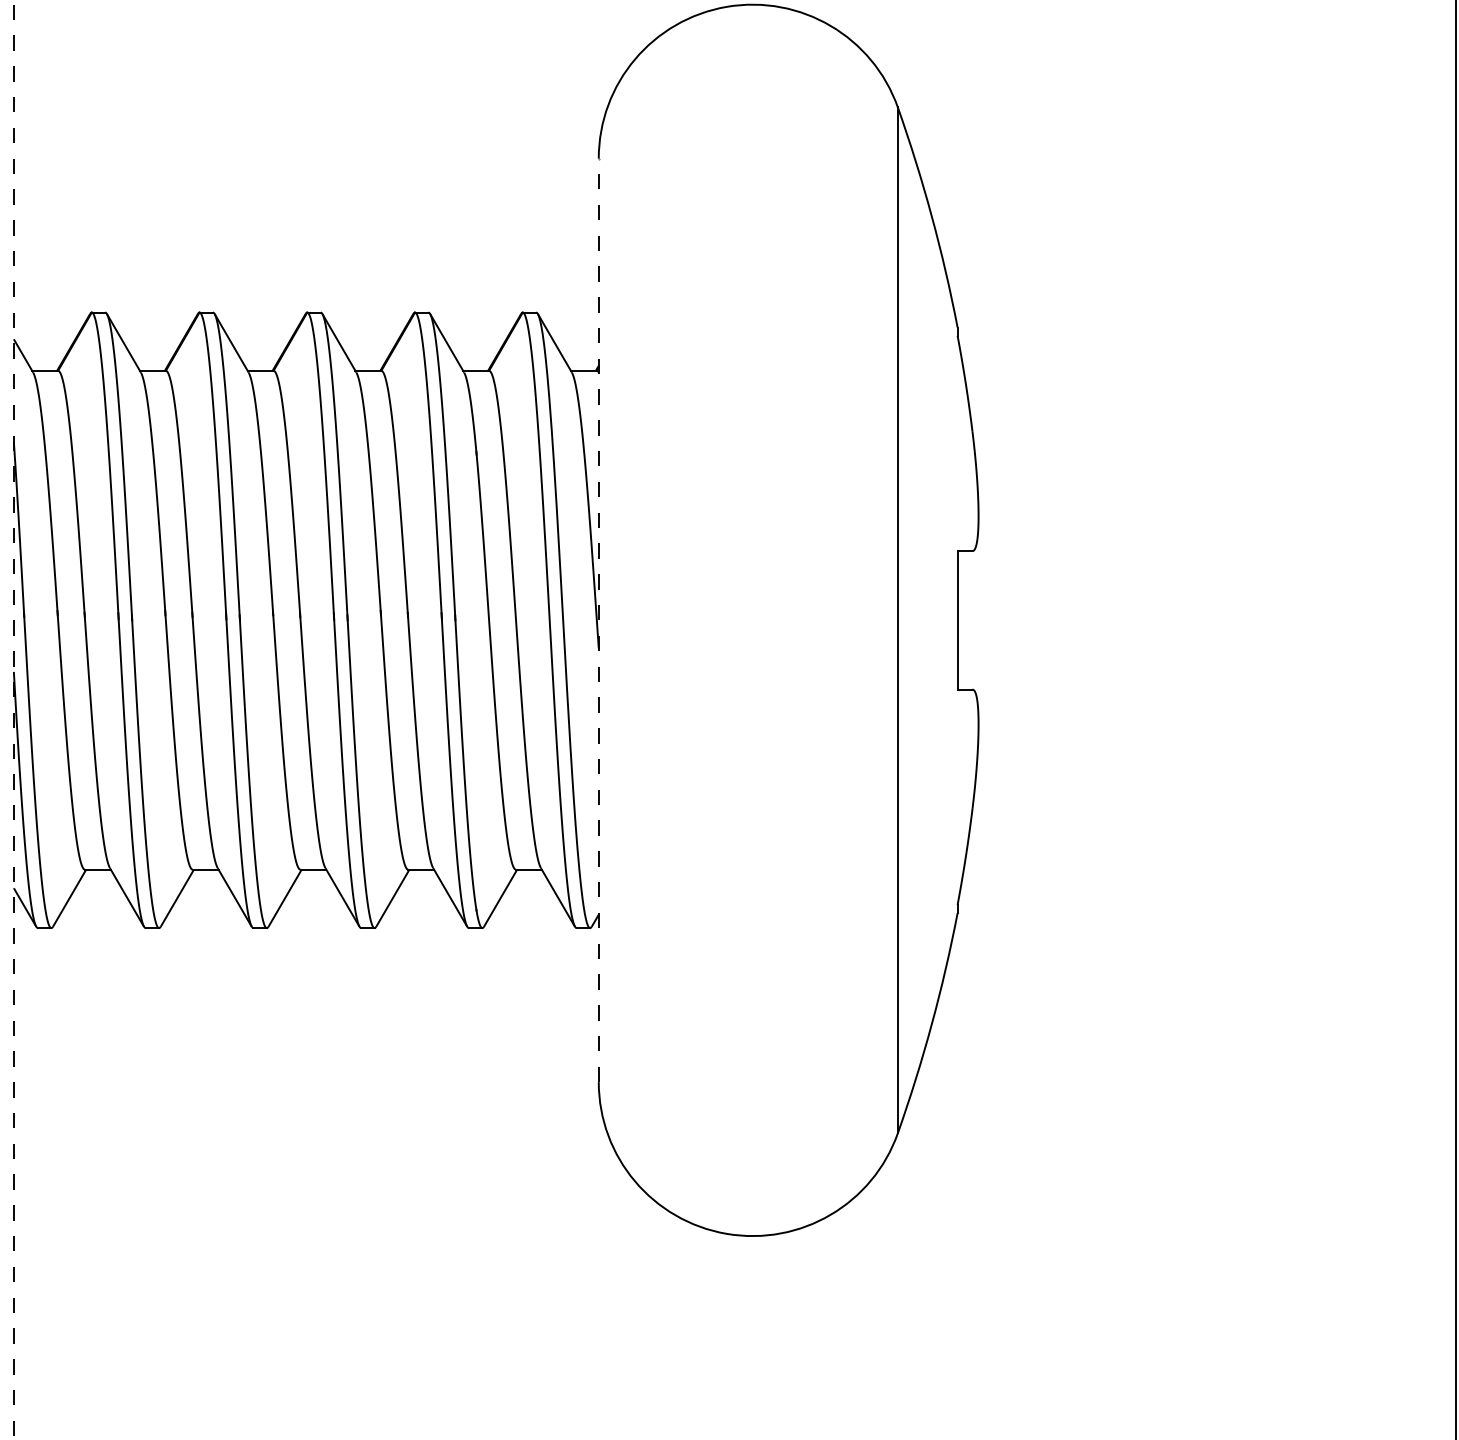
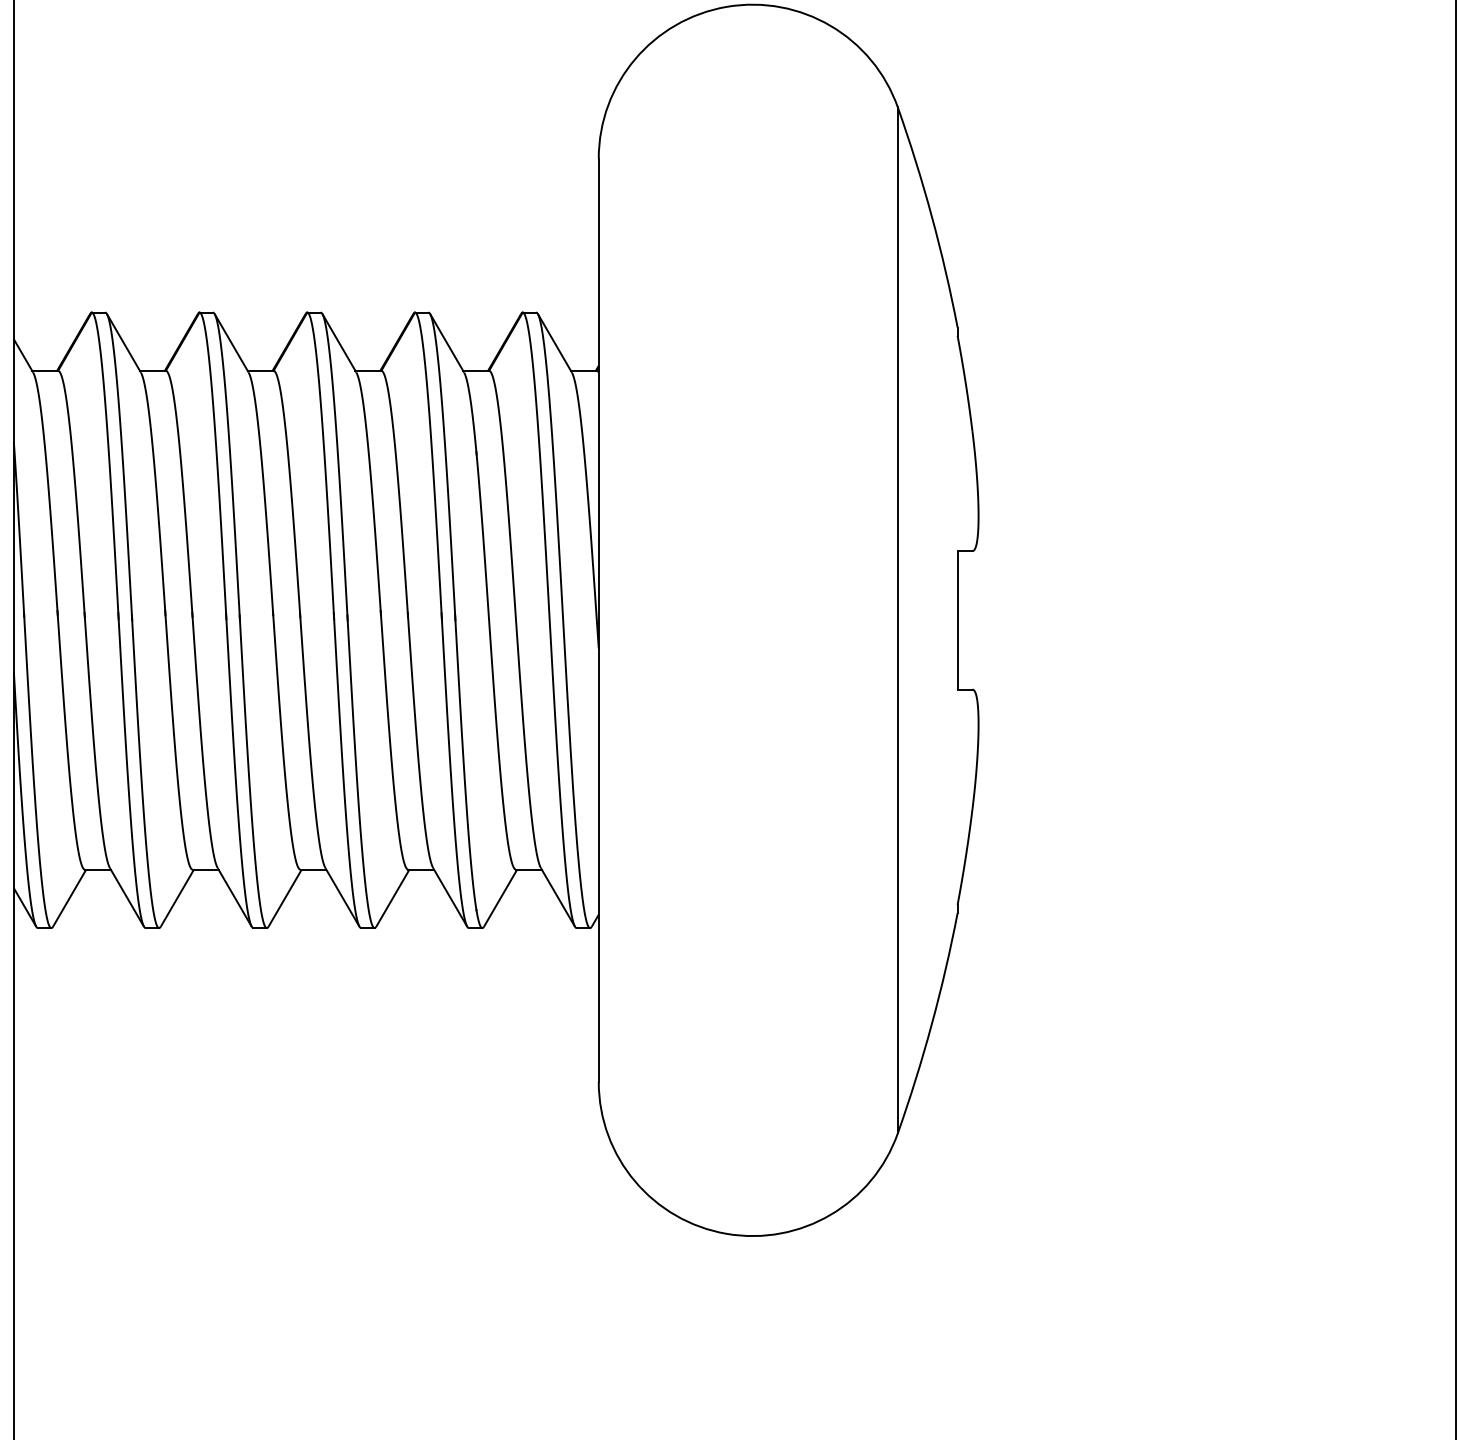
line at (598, 620): dashed -> solid
line at (13, 720): dashed -> solid
